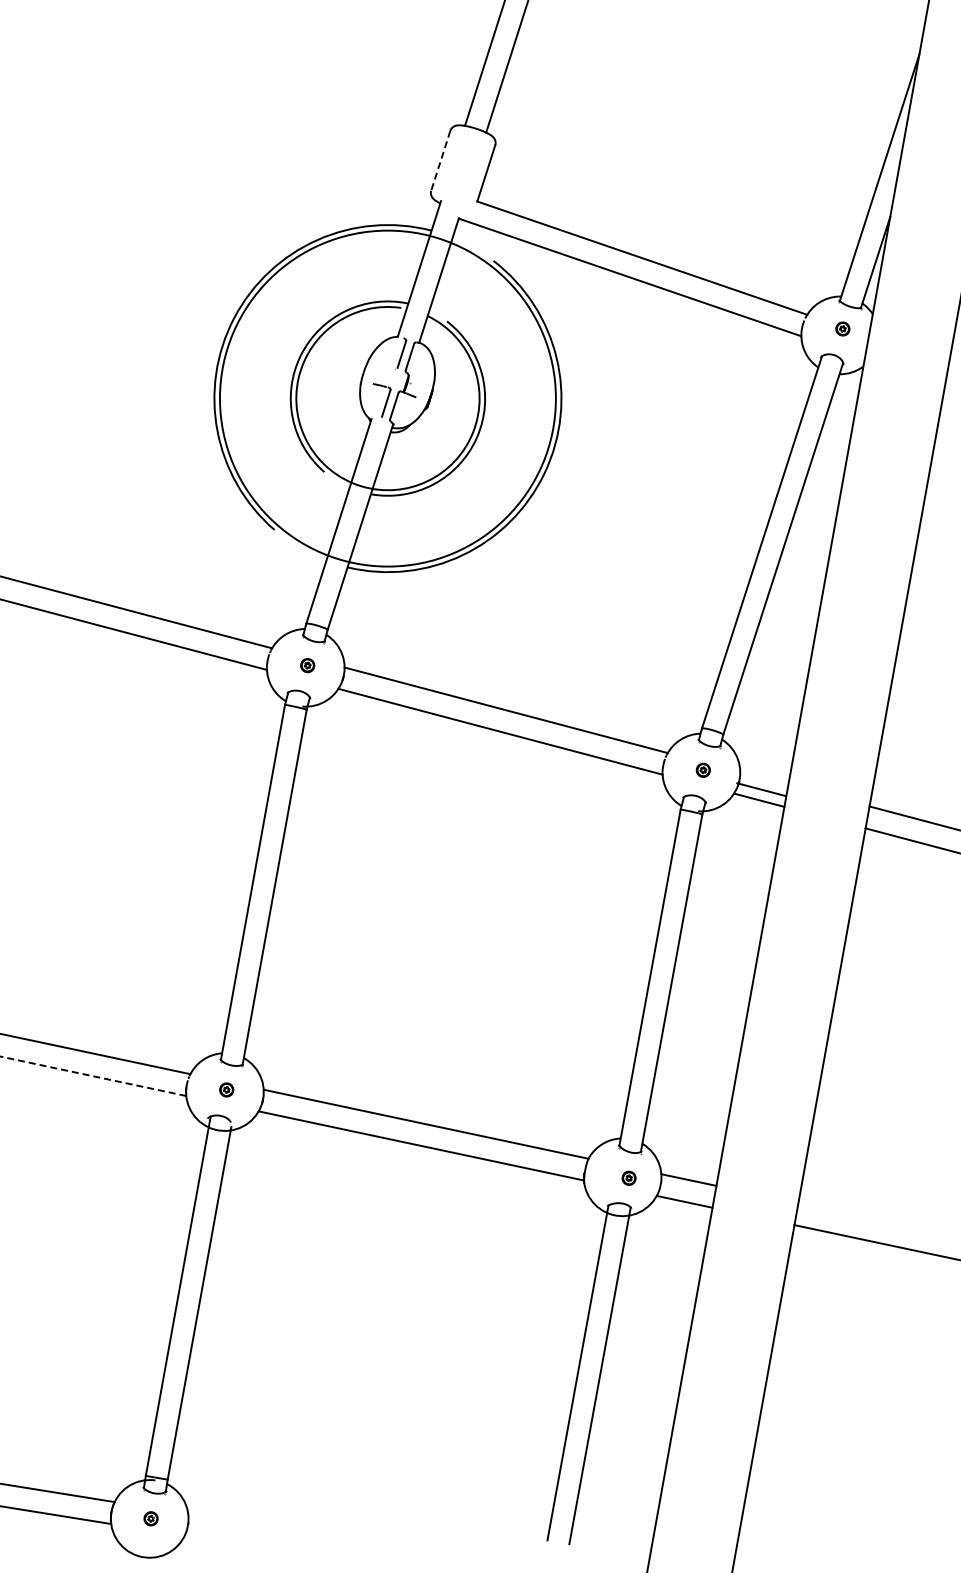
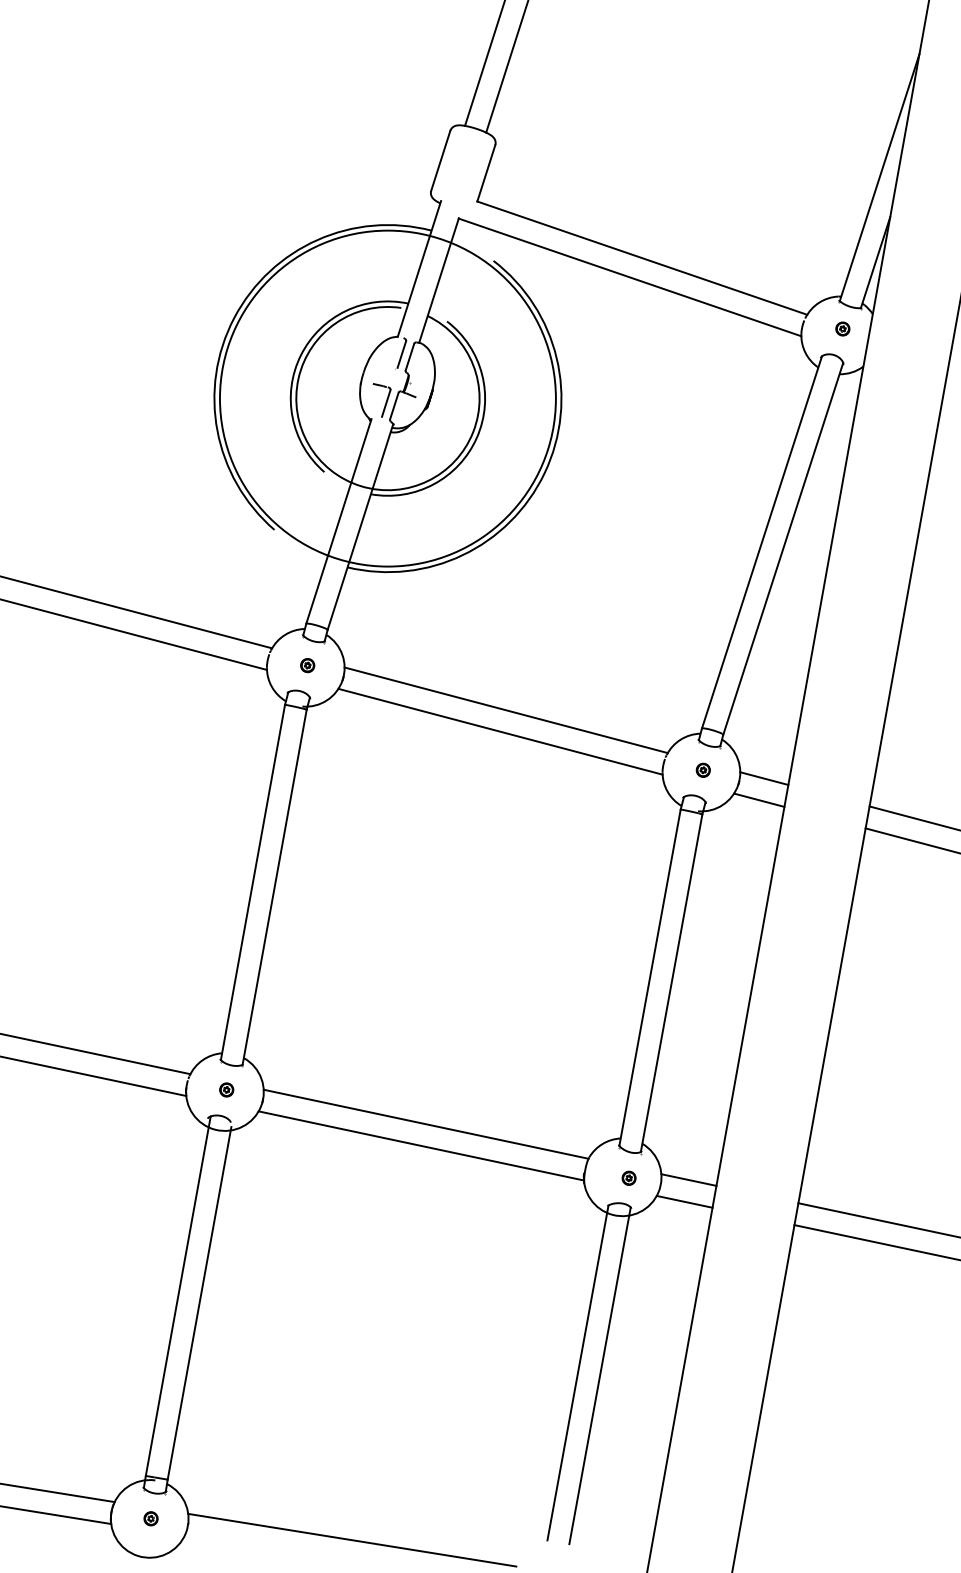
line at (440, 161): dashed -> solid
line at (761, 789) position: (761, 789) -> (764, 778)
line at (93, 1076): dashed -> solid
line at (877, 1219): none -> present
line at (352, 1539): none -> present
